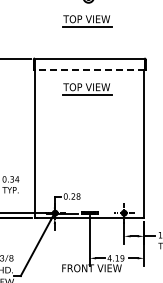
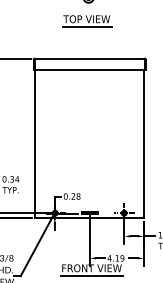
line at (89, 69): dashed -> solid
part at (87, 89): present -> none
line at (91, 276): none -> present
